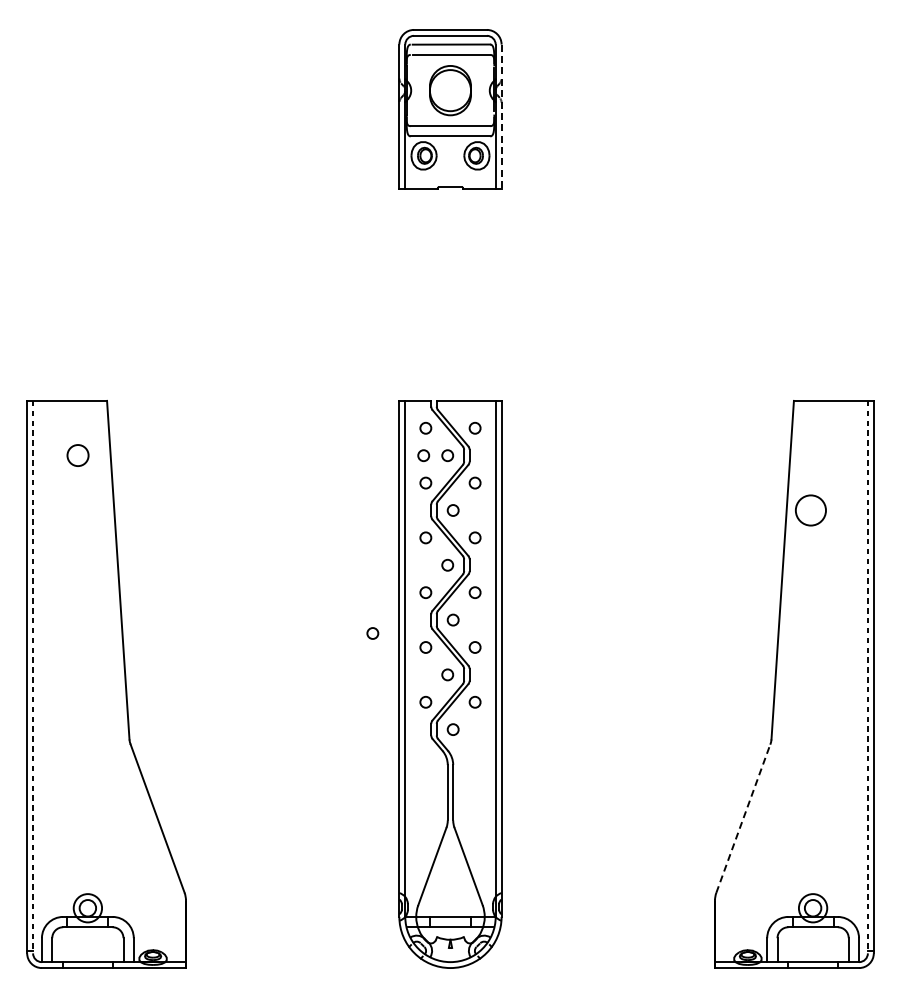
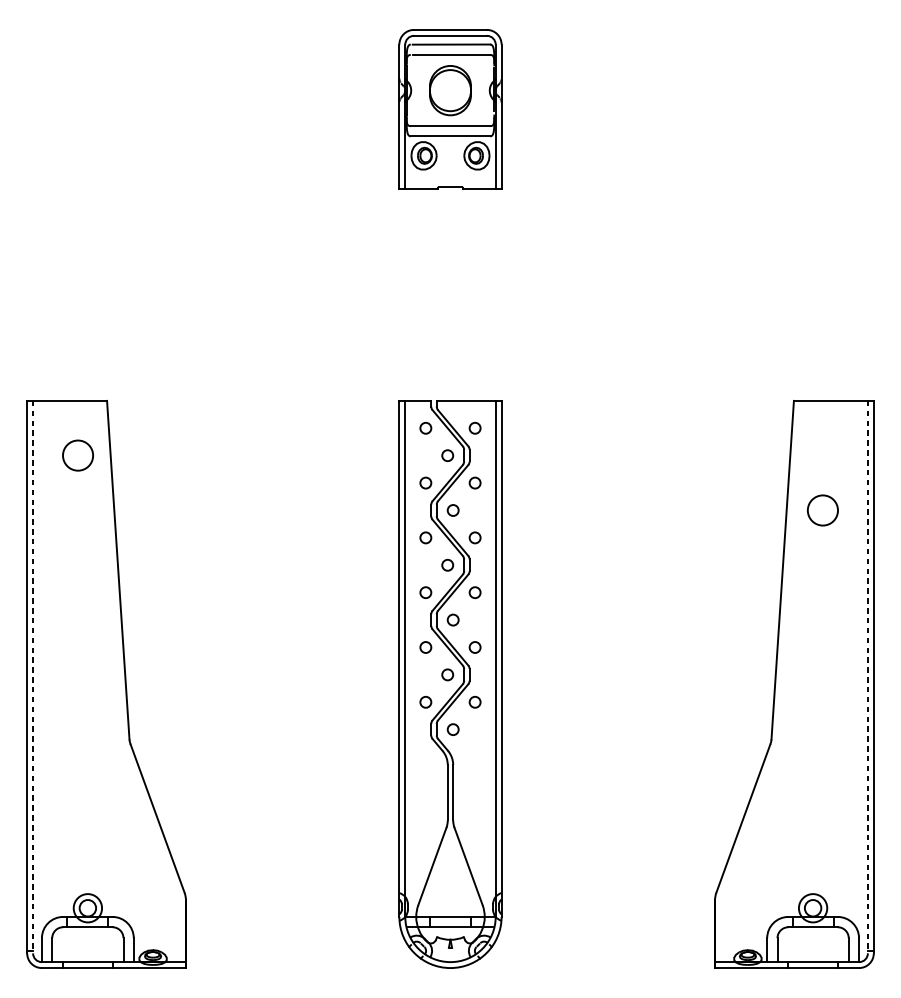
line at (501, 117): dashed -> solid
circle at (77, 455) size: 24x23 px -> 32x33 px
circle at (423, 455): present -> none
circle at (810, 510) position: (810, 510) -> (822, 510)
circle at (372, 633): present -> none
line at (743, 818): dashed -> solid
